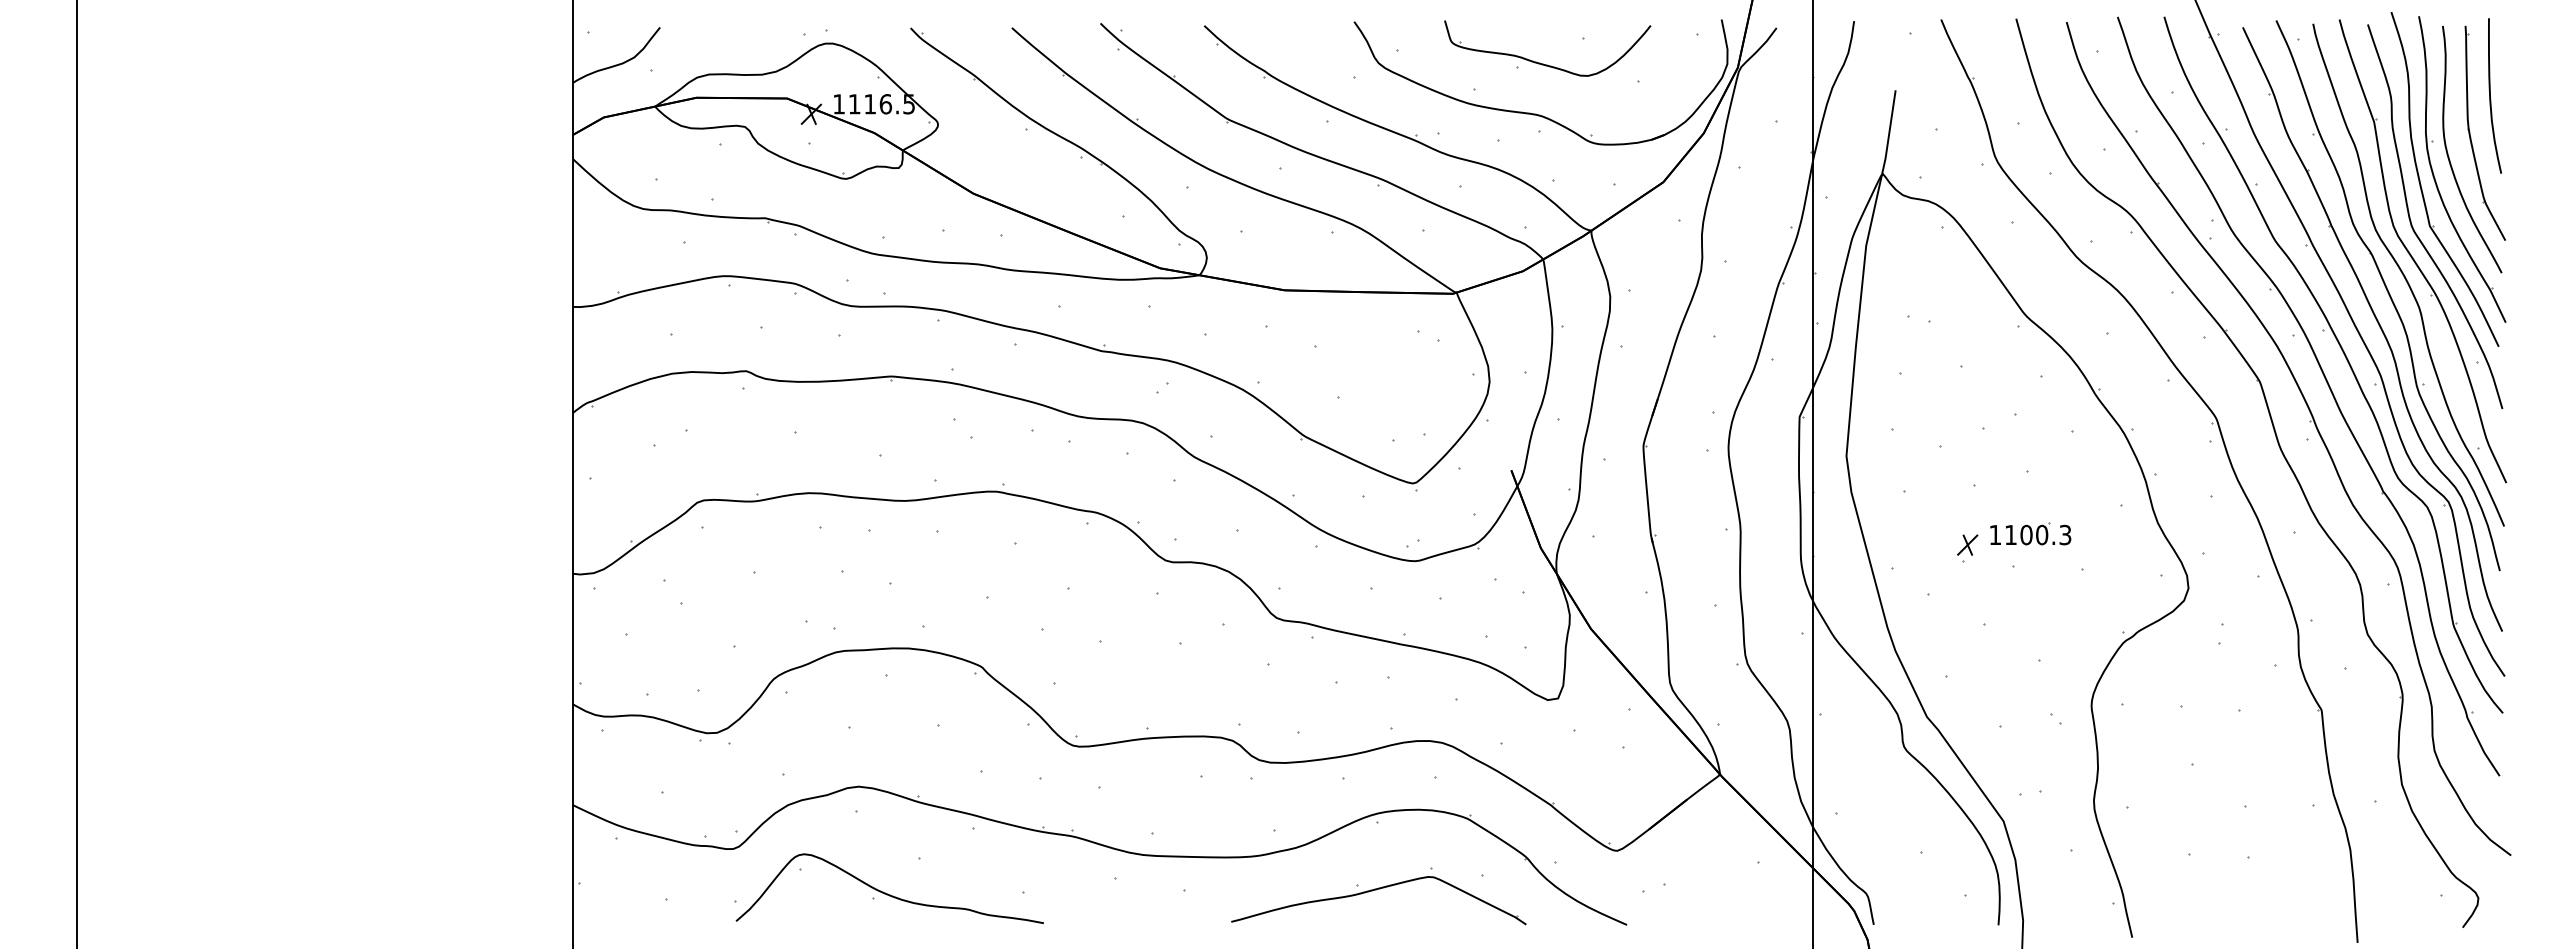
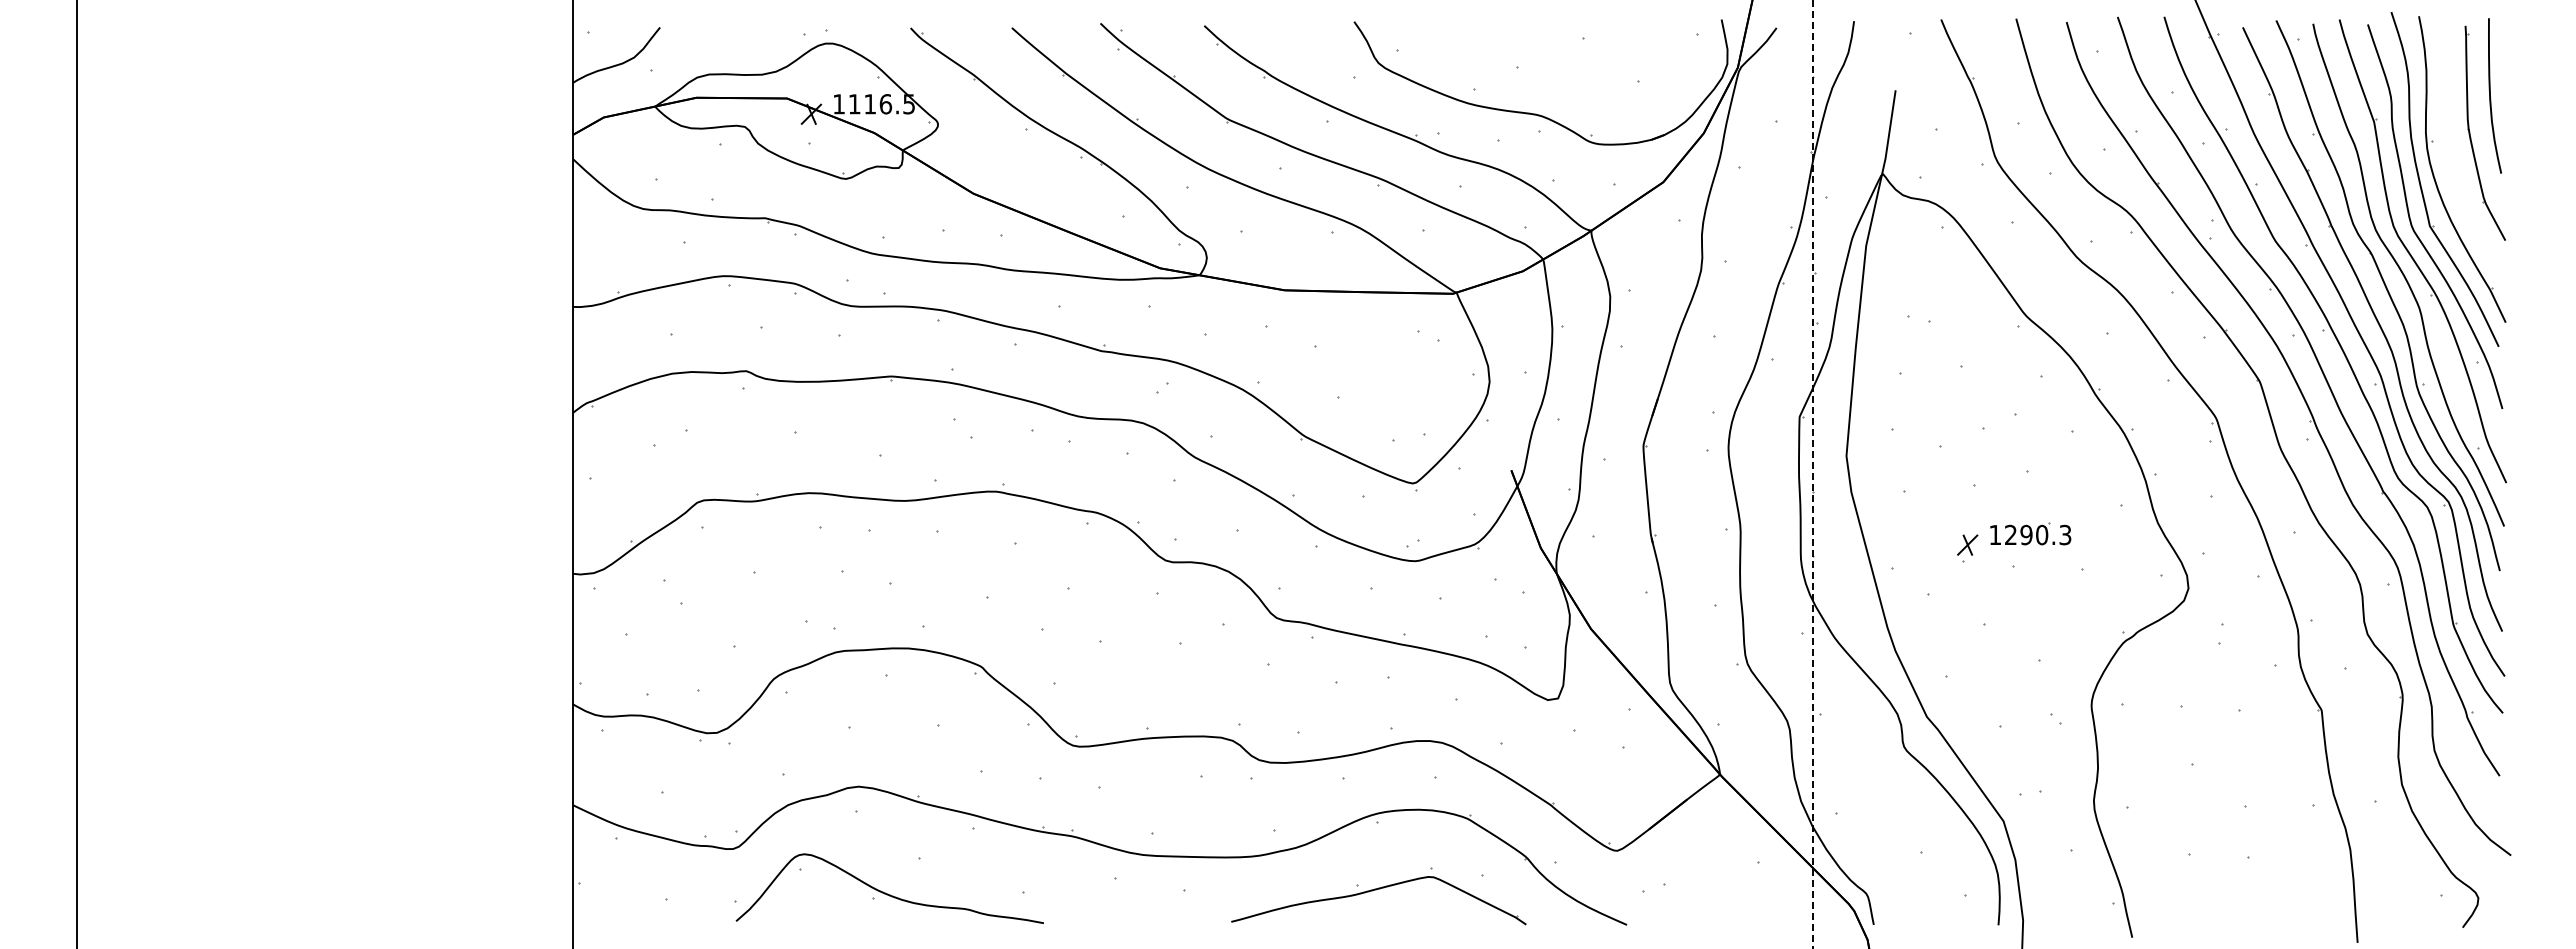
part at (1543, 63): present -> none
curve at (2449, 156): present -> none
line at (1813, 474): solid -> dashed
text at (2018, 534): 1100.3 -> 1290.3
